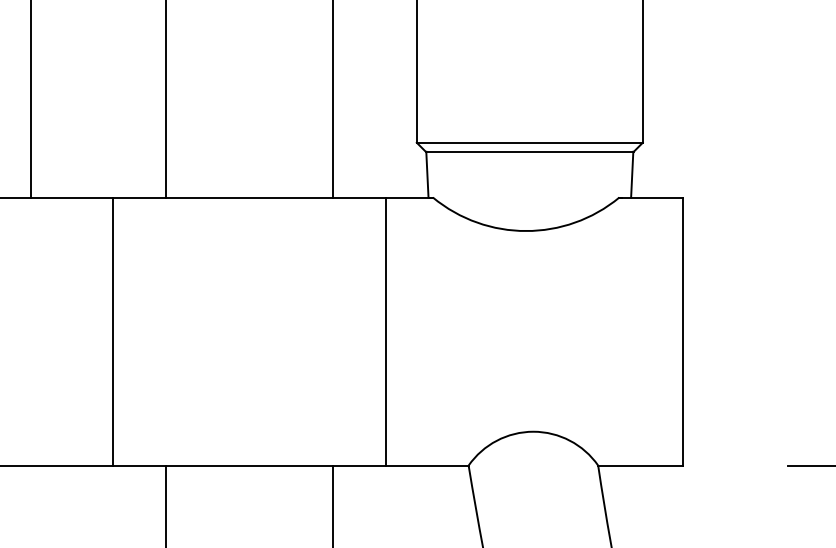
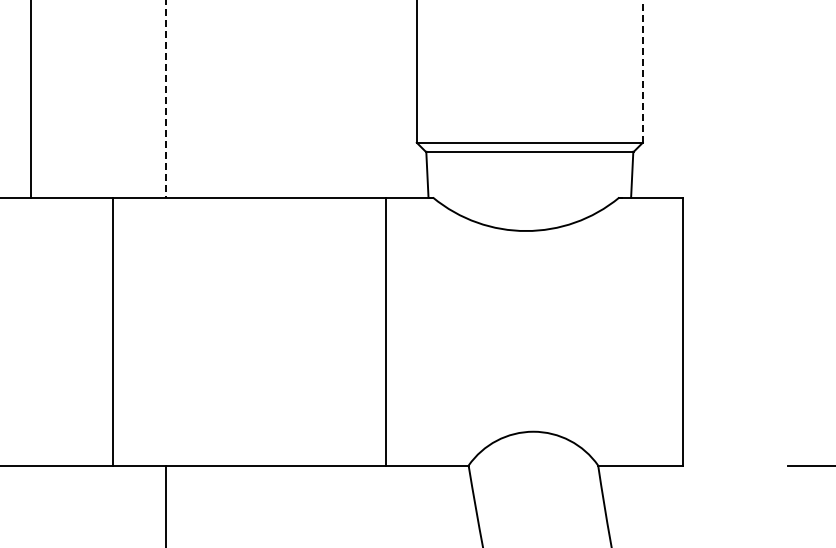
line at (642, 71): solid -> dashed
line at (165, 99): solid -> dashed
line at (333, 99): present -> none
line at (333, 504): present -> none
